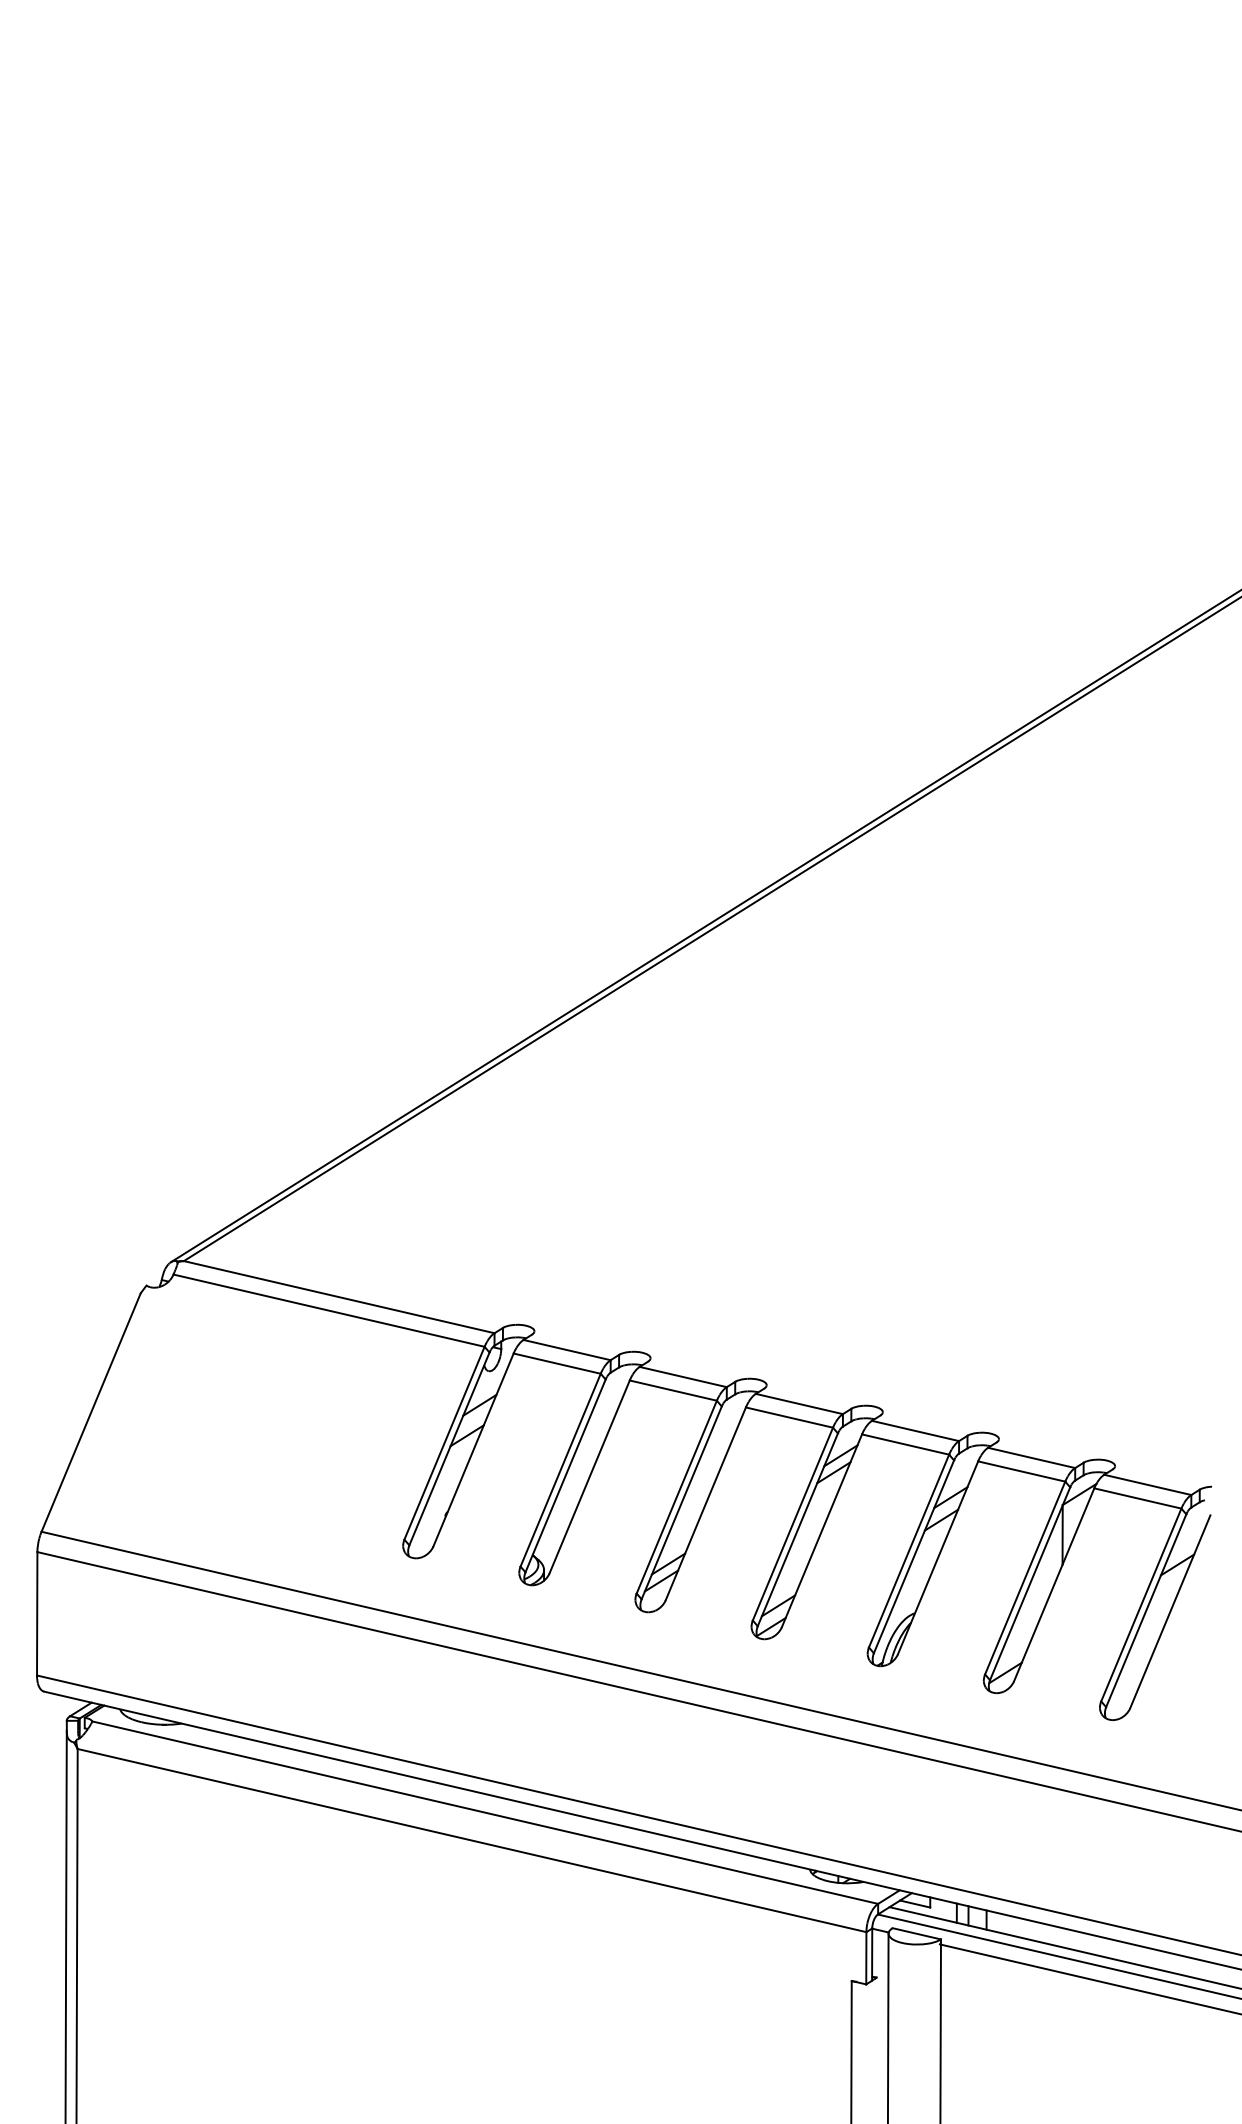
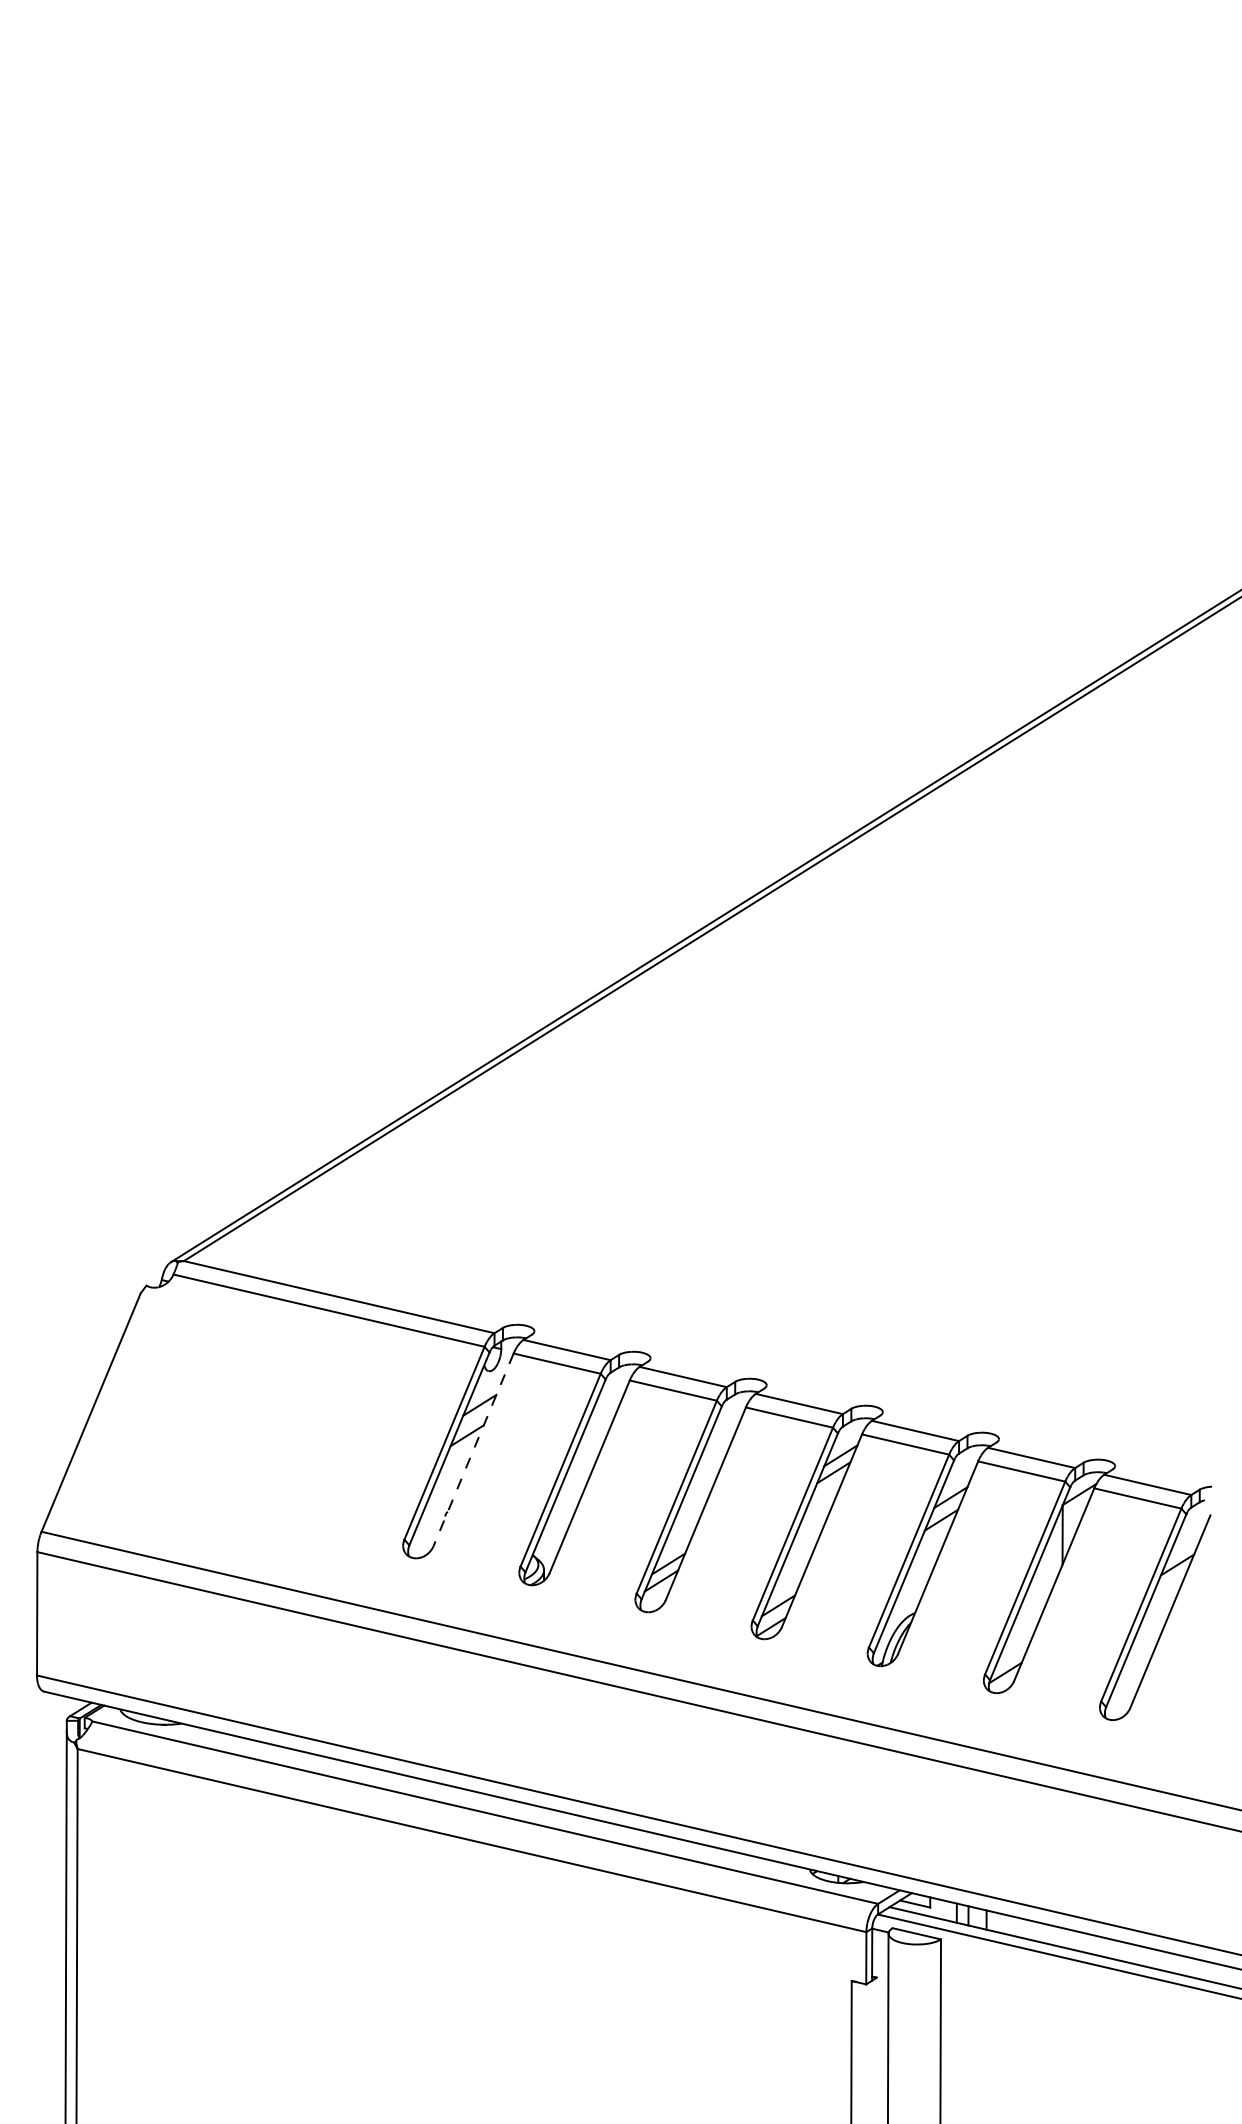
line at (473, 1450): solid -> dashed
line at (1088, 1978): present -> none
